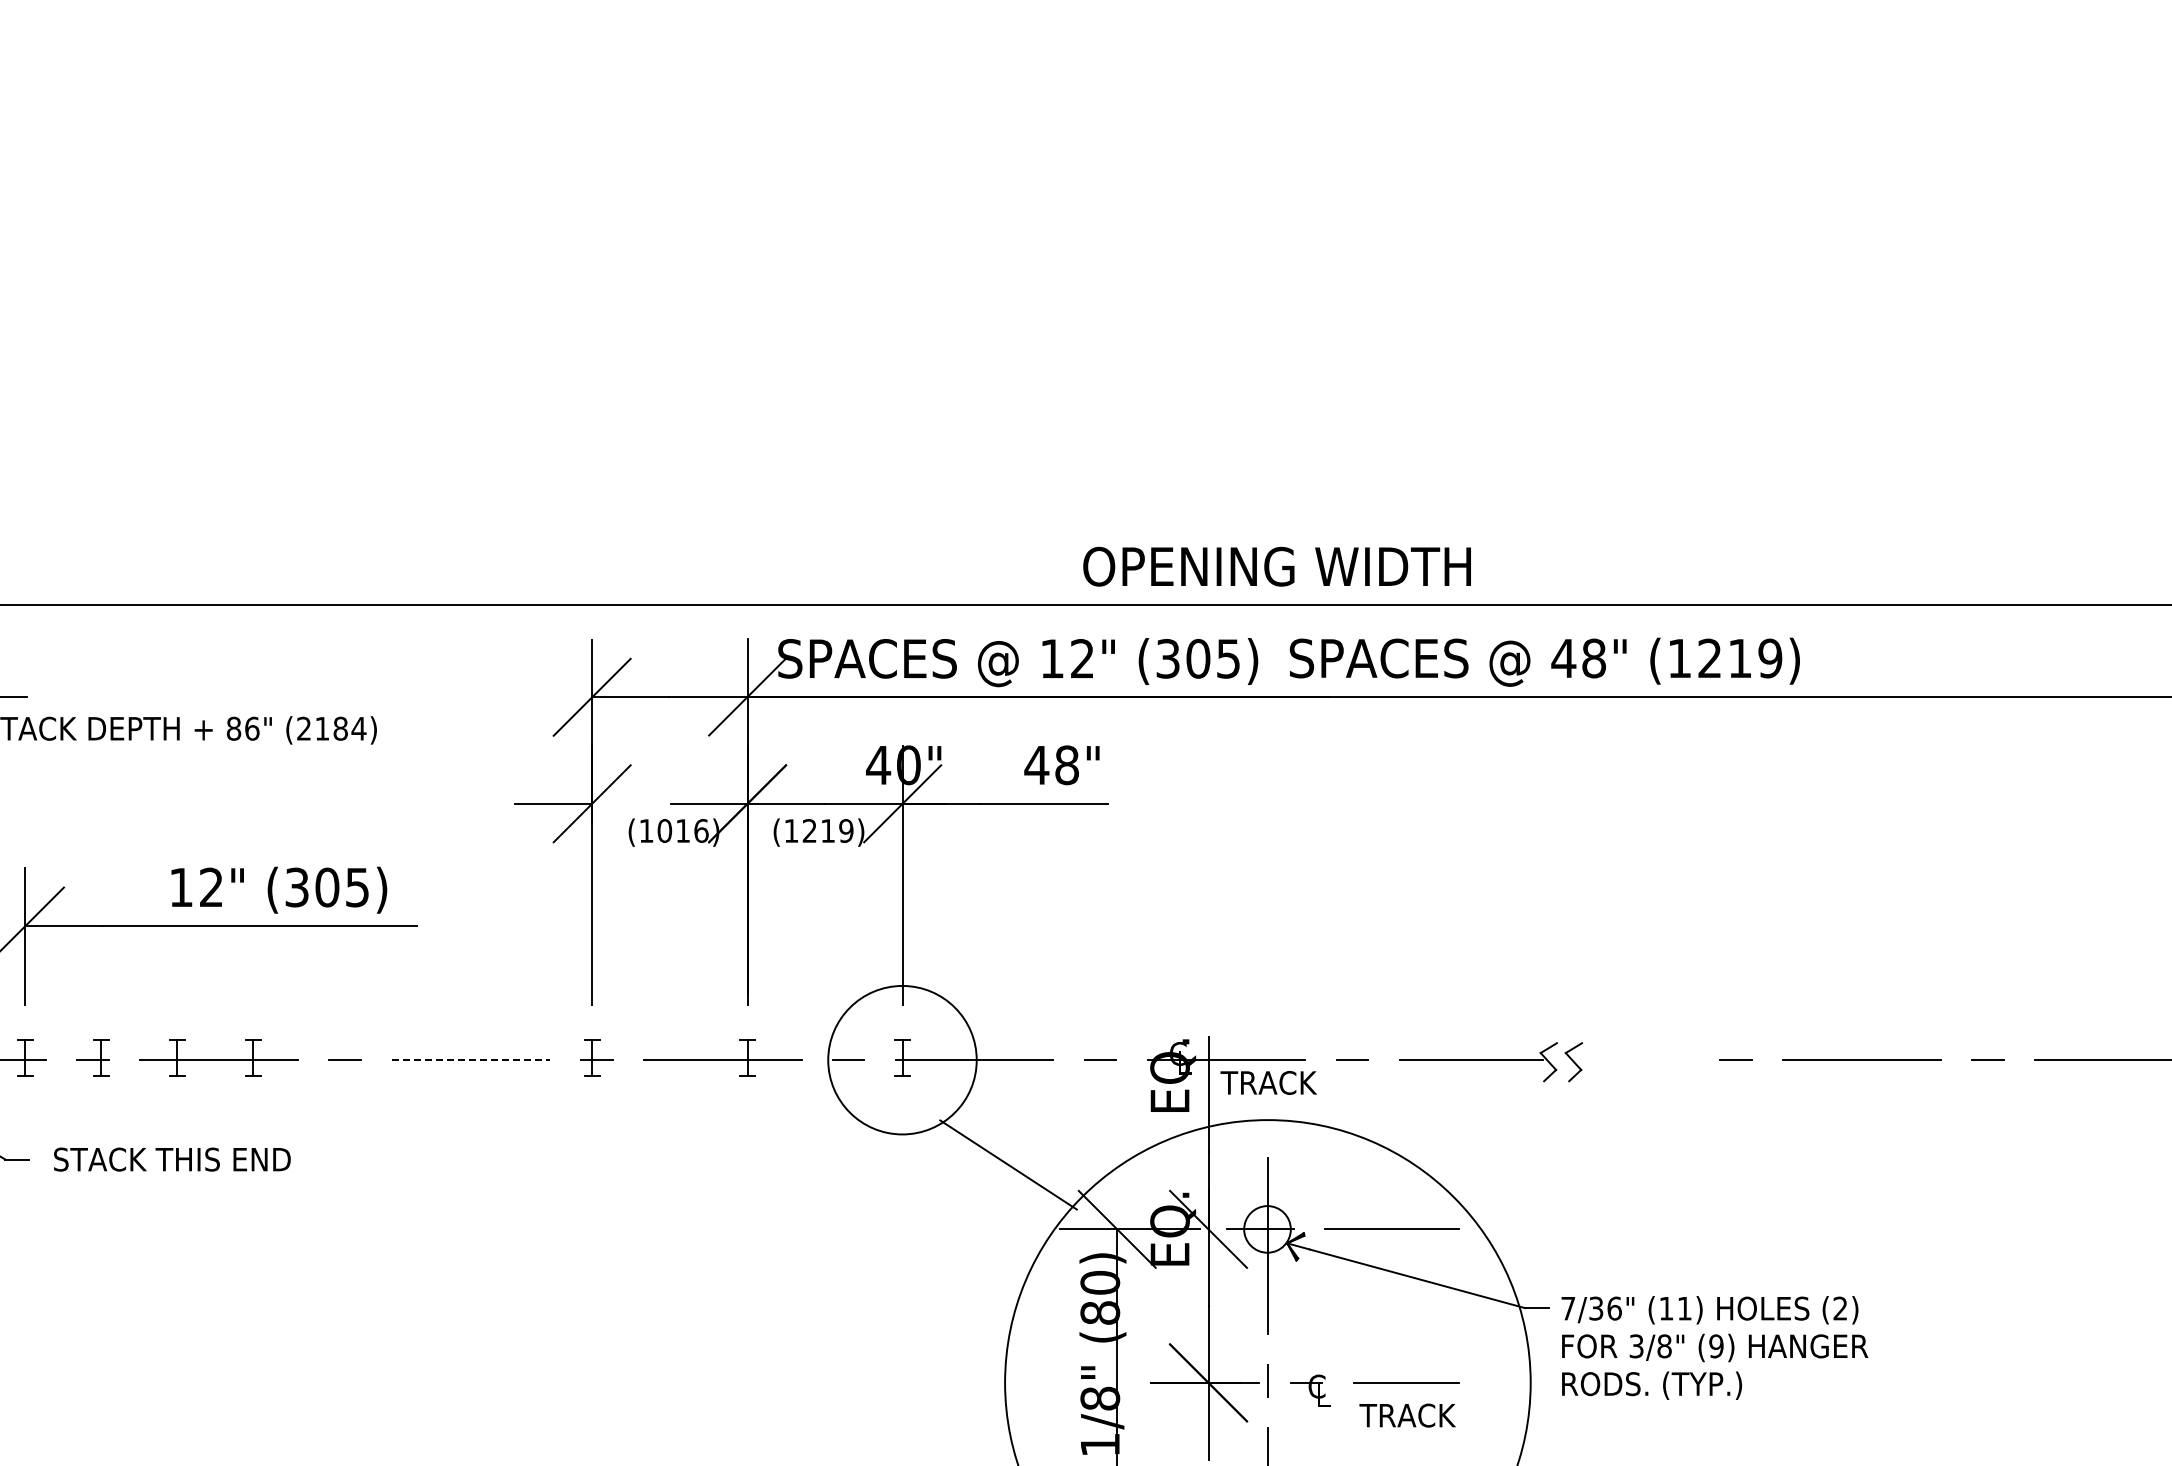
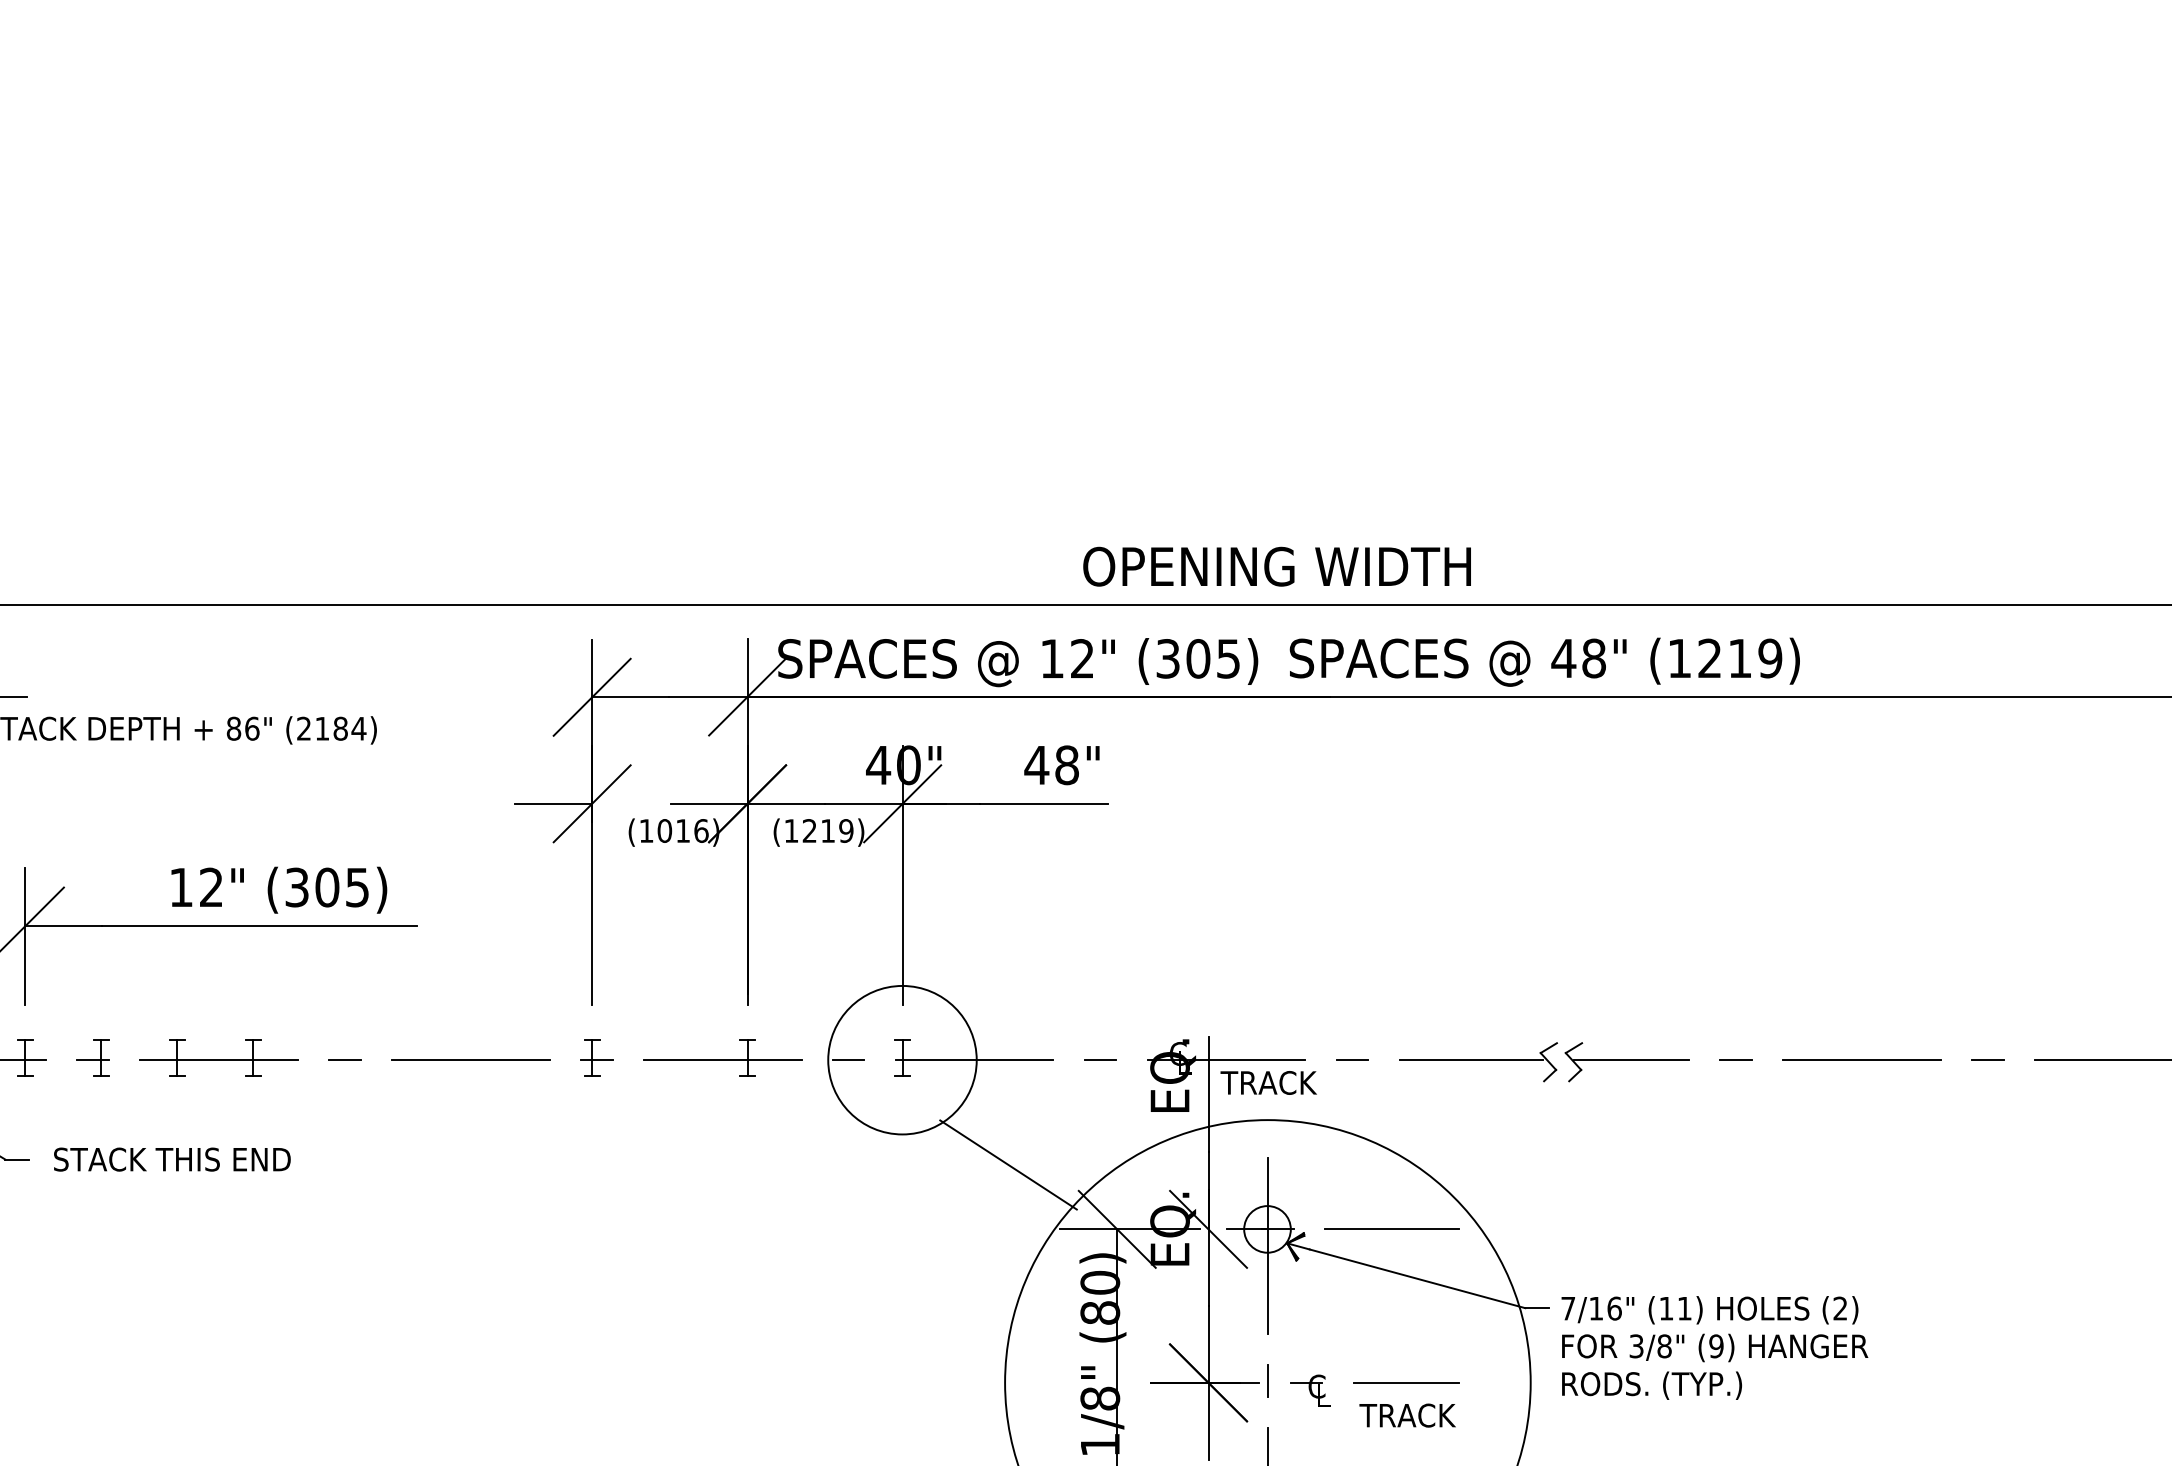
line at (470, 1060): dashed -> solid
line at (1630, 1060): none -> present
text at (1596, 1308): 7/36" -> 7/16"
